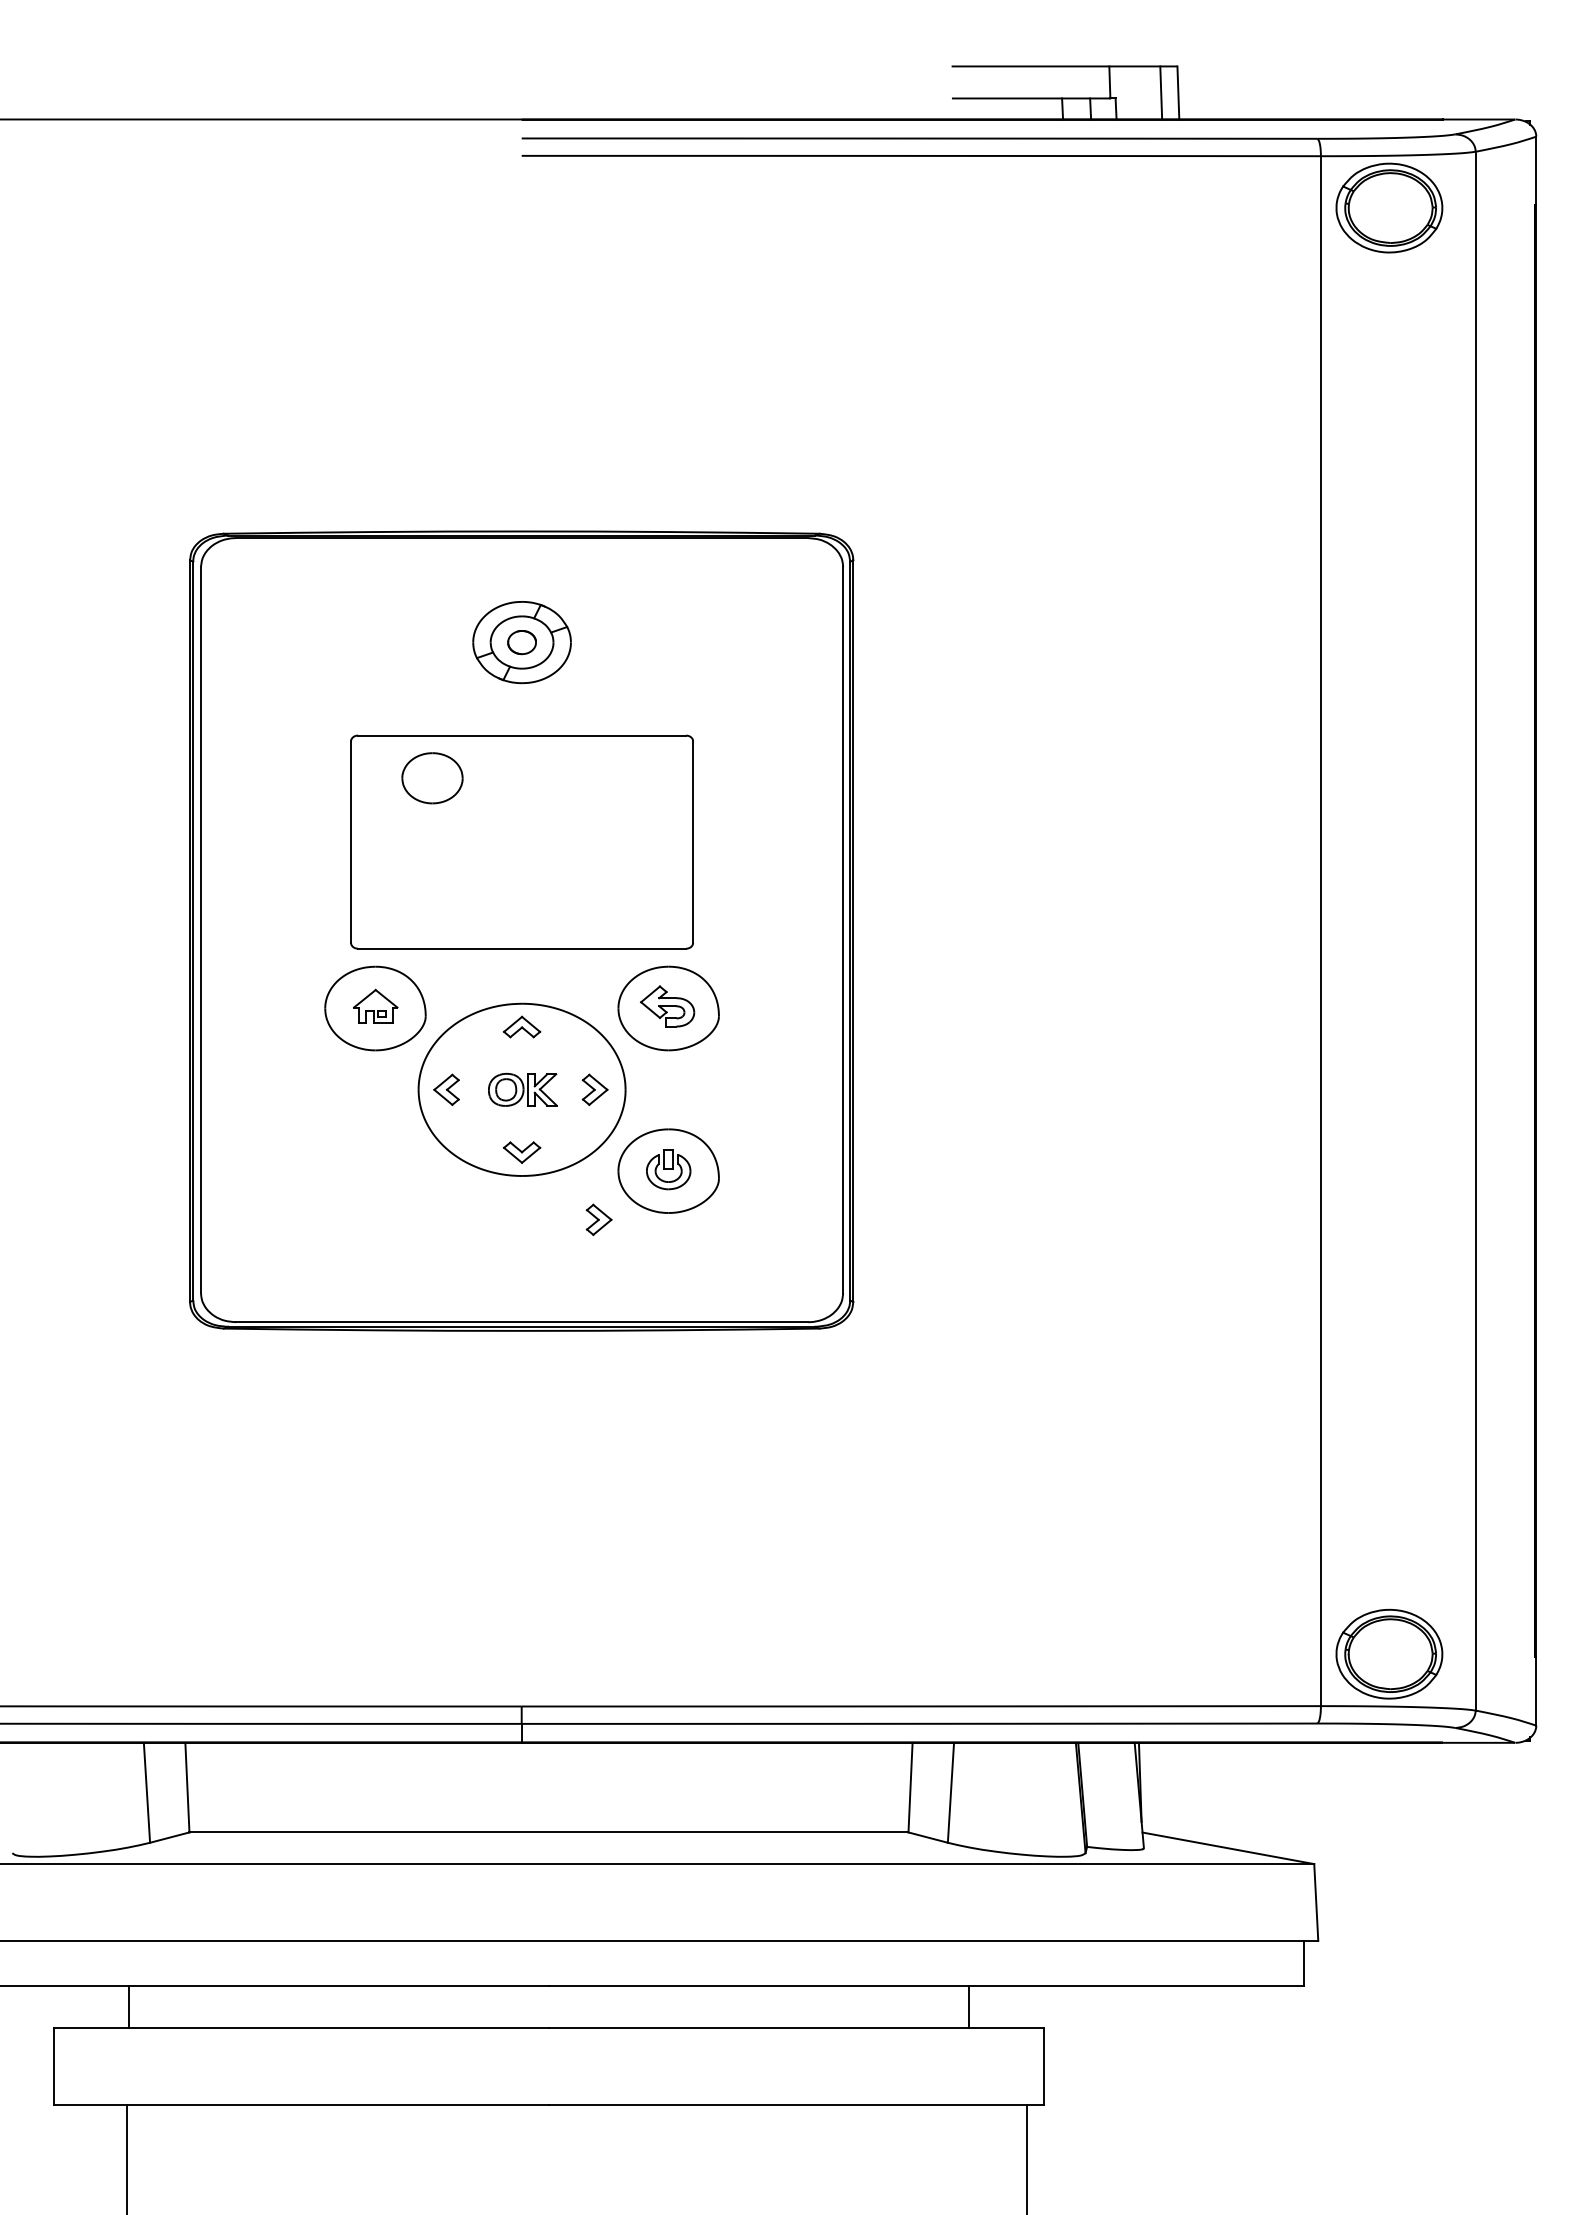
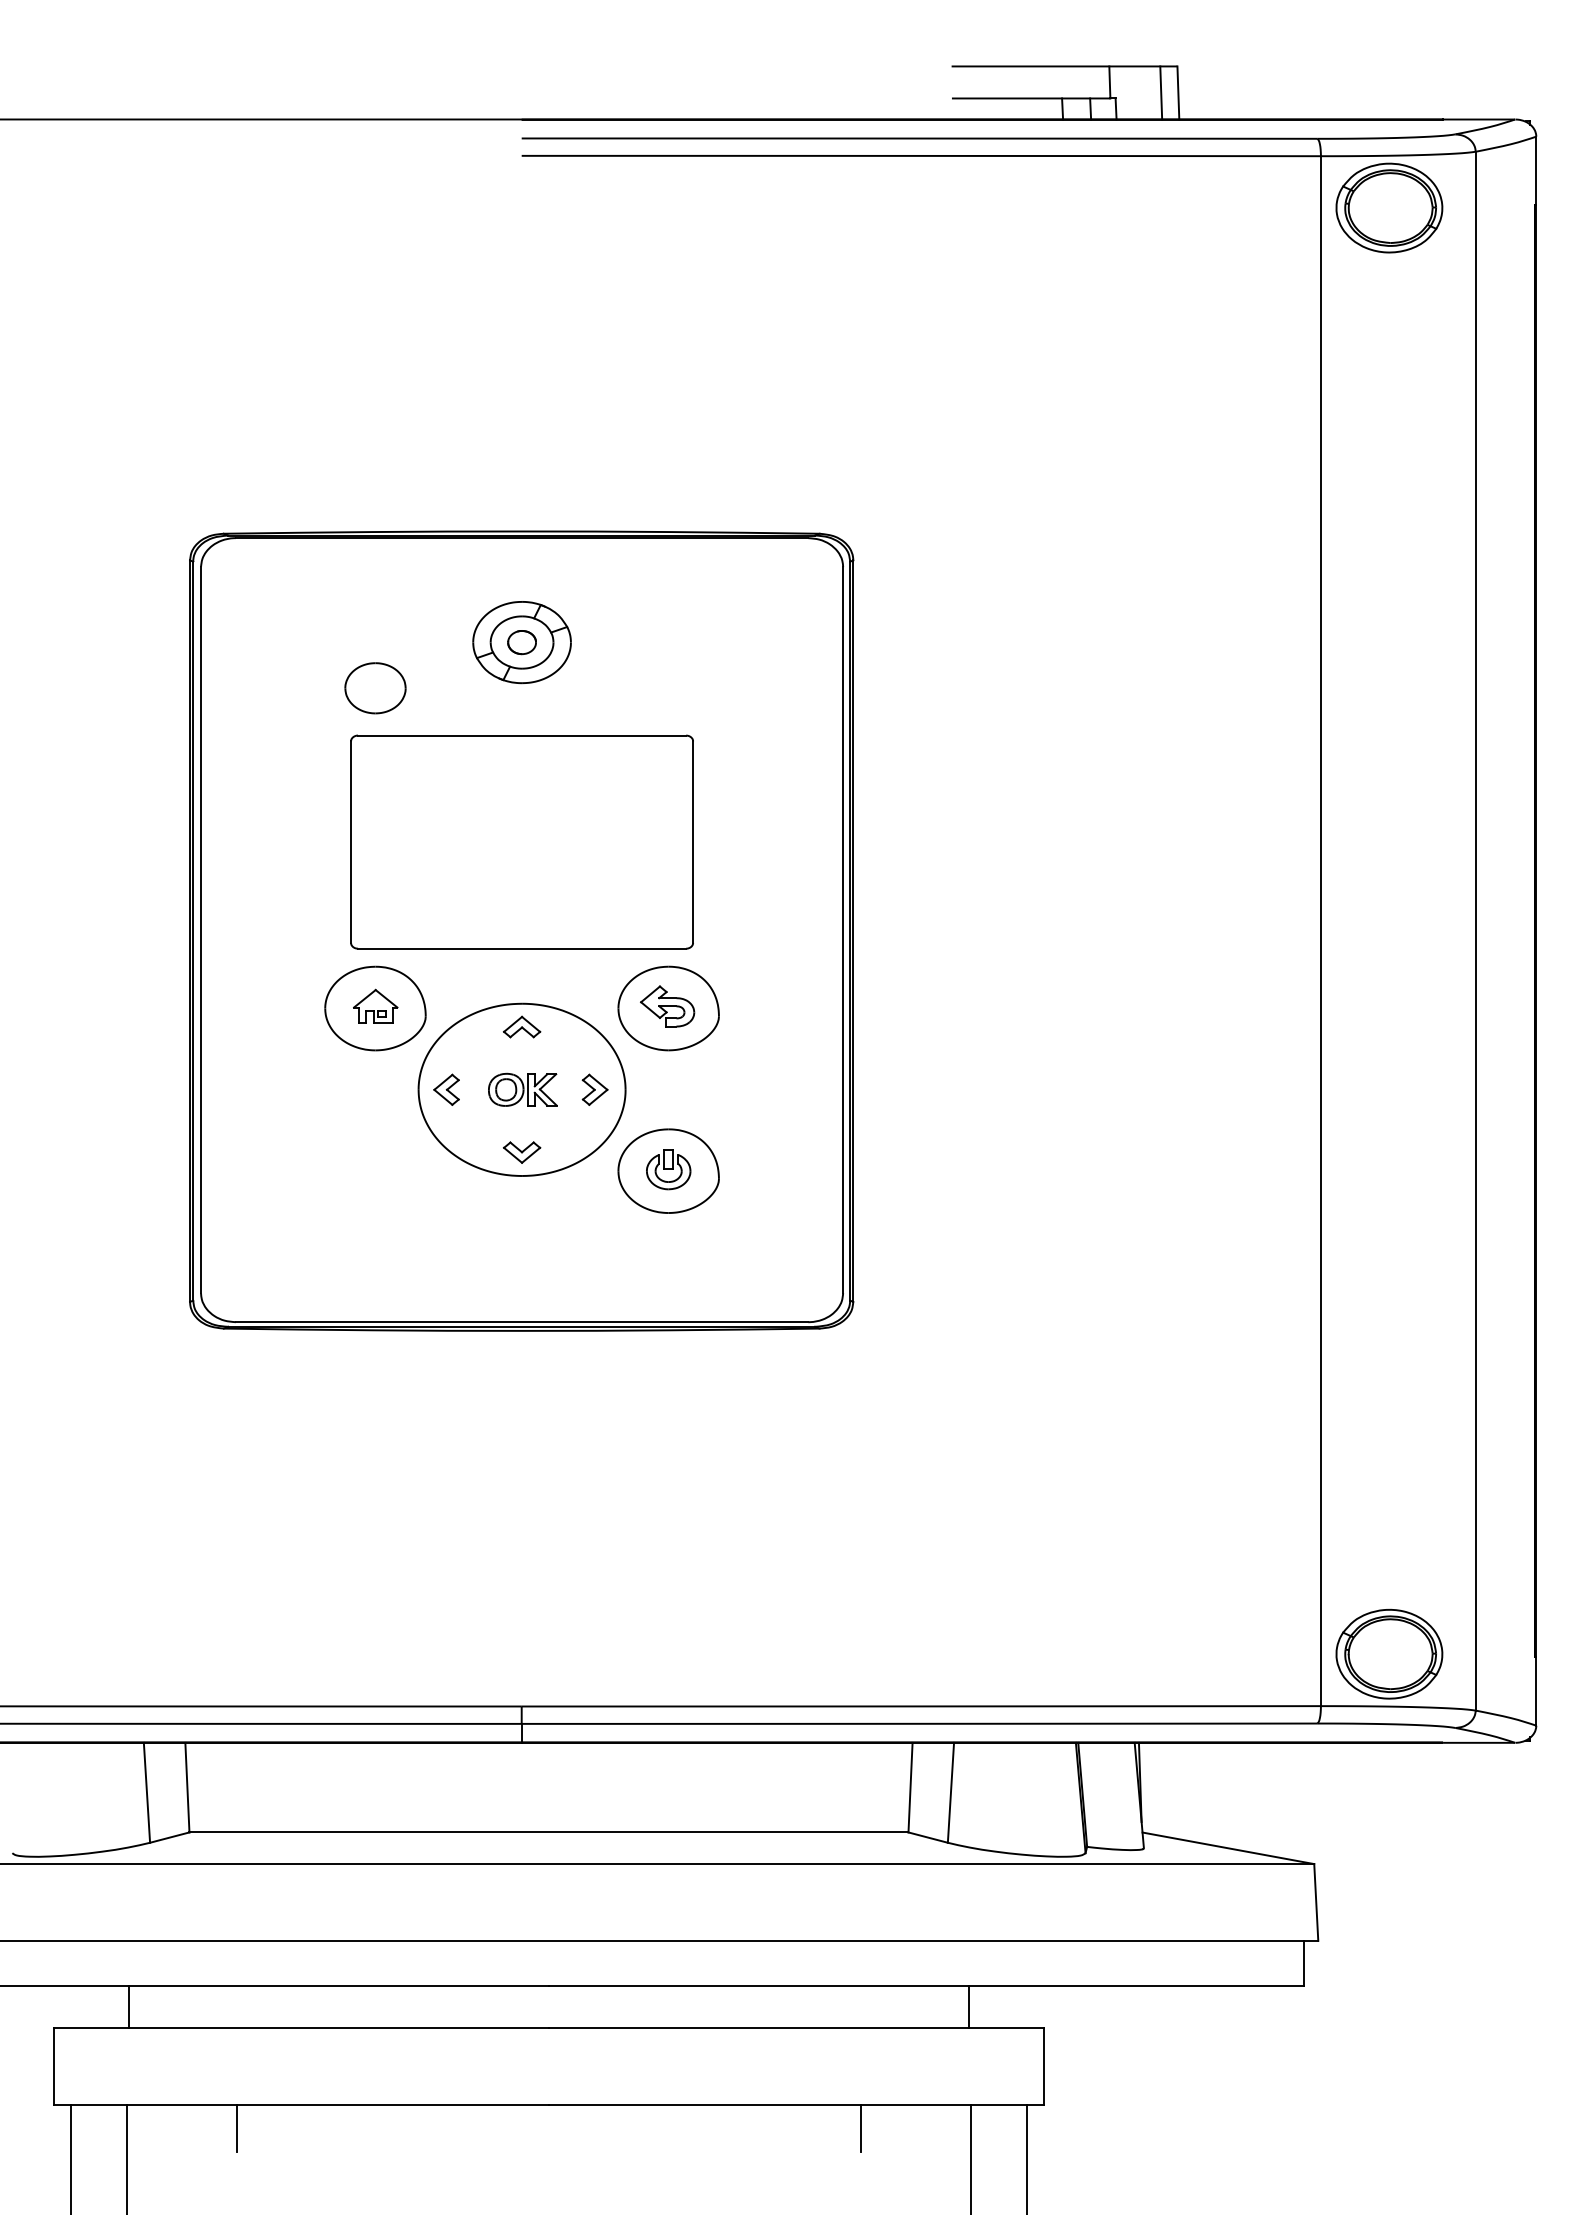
part at (432, 778) position: (432, 778) -> (375, 688)
part at (598, 1219): present -> none
line at (236, 2128): none -> present
line at (860, 2128): none -> present
line at (71, 2158): none -> present
line at (970, 2158): none -> present
